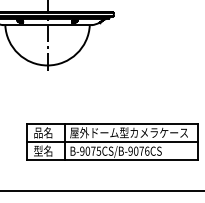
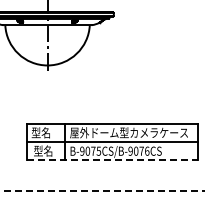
text at (41, 132): 品名 -> 型名
line at (112, 160): solid -> dashed
line at (102, 190): solid -> dashed
